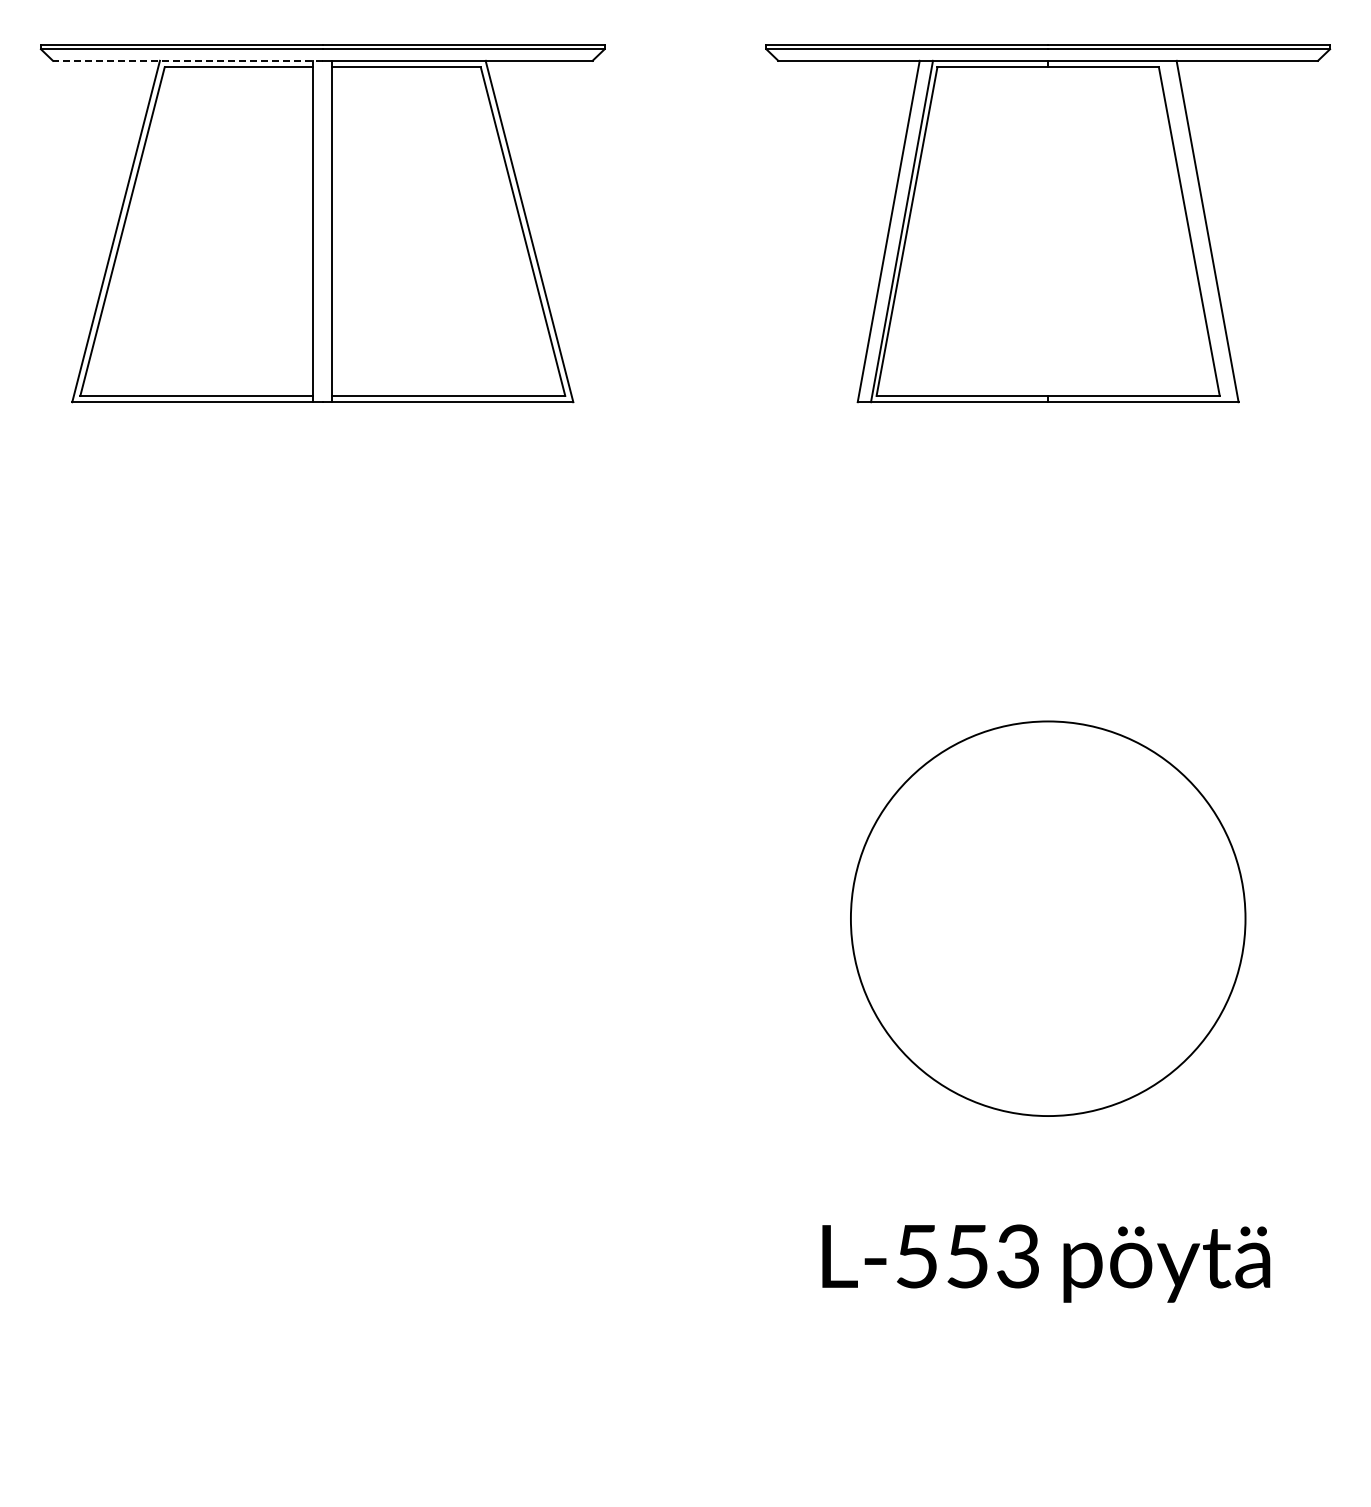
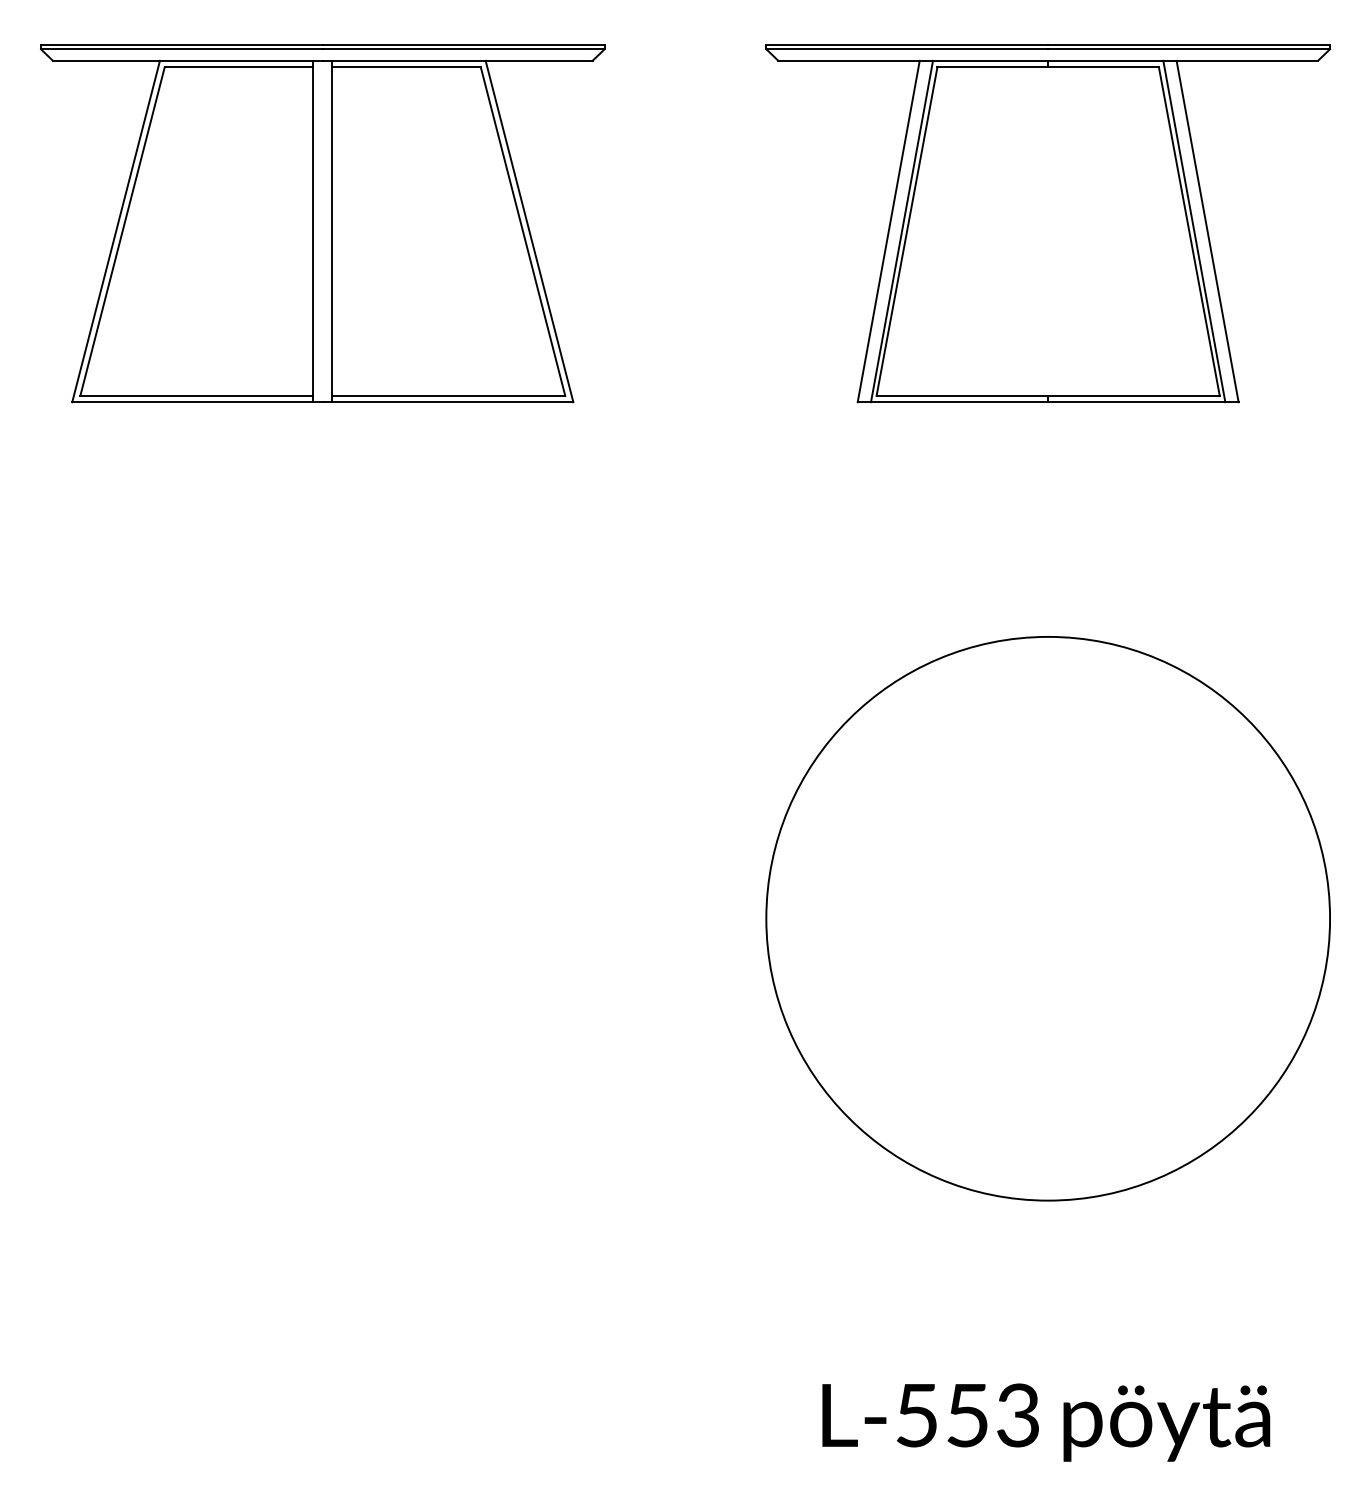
line at (187, 60): dashed -> solid
line at (1194, 231): none -> present
circle at (1047, 918) diameter: 395 px -> 564 px
text at (1046, 1263) position: (1046, 1263) -> (1046, 1422)
